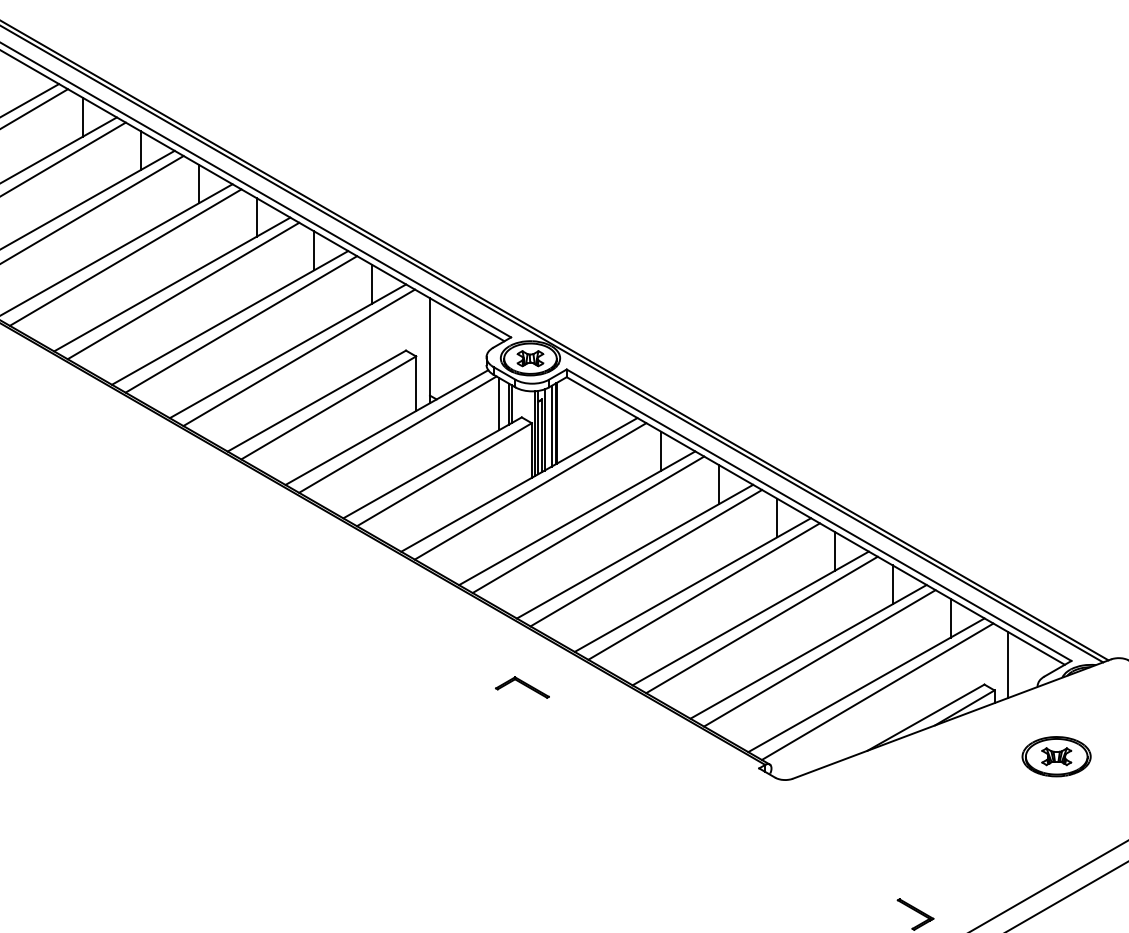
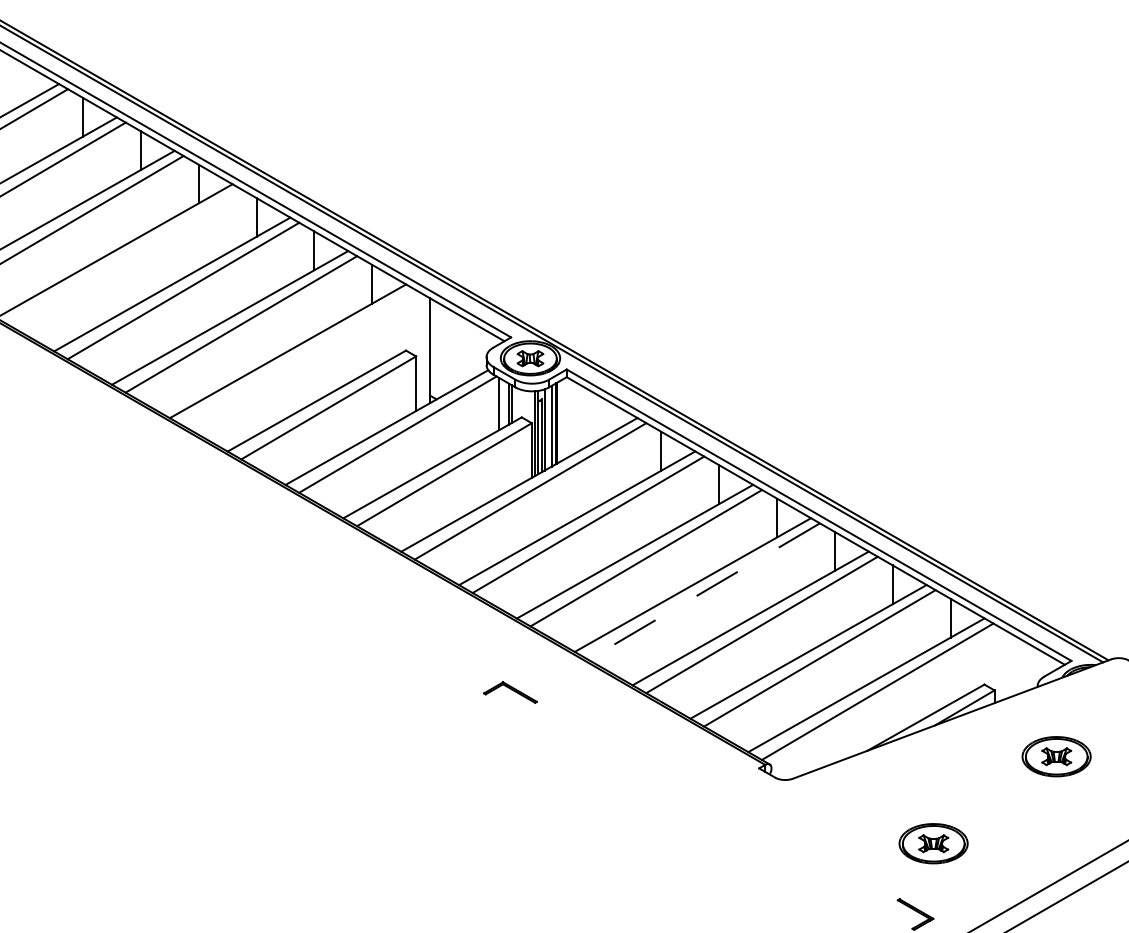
line at (125, 257): present -> none
line at (299, 357): present -> none
line at (703, 591): solid -> dashed
line at (1008, 664): present -> none
part at (522, 687) position: (522, 687) -> (510, 692)
part at (933, 843): none -> present
